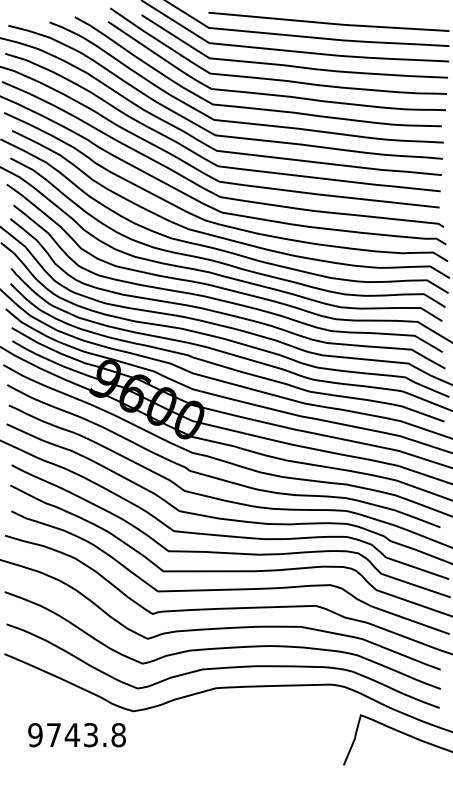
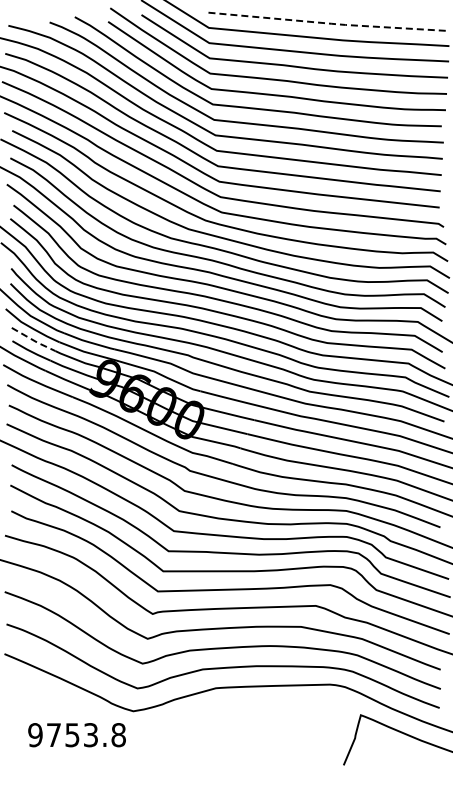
line at (330, 23): solid -> dashed
line at (34, 340): solid -> dashed
text at (72, 735): 9743.8 -> 9753.8
